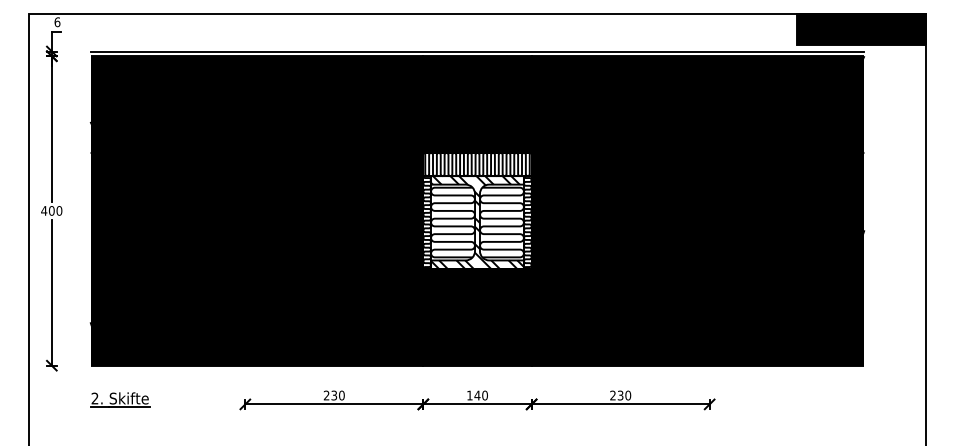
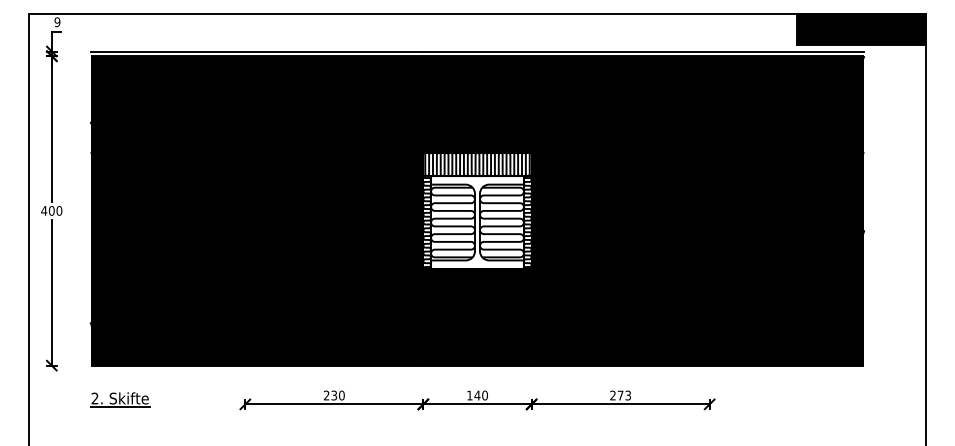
text at (57, 22): 6 -> 9
hatch at (477, 222): present -> none
text at (624, 395): 230 -> 273
